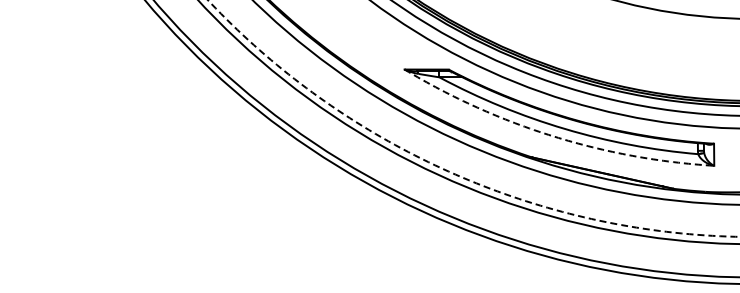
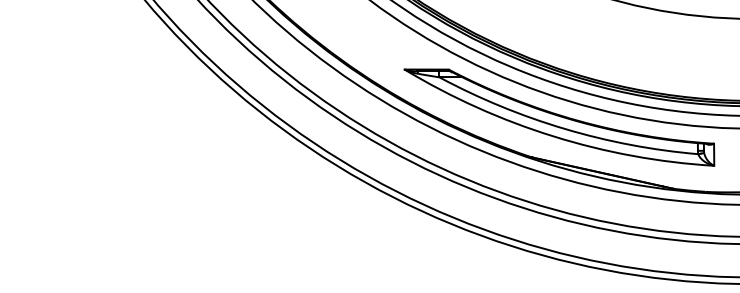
arc at (553, 136): dashed -> solid
arc at (448, 171): dashed -> solid
